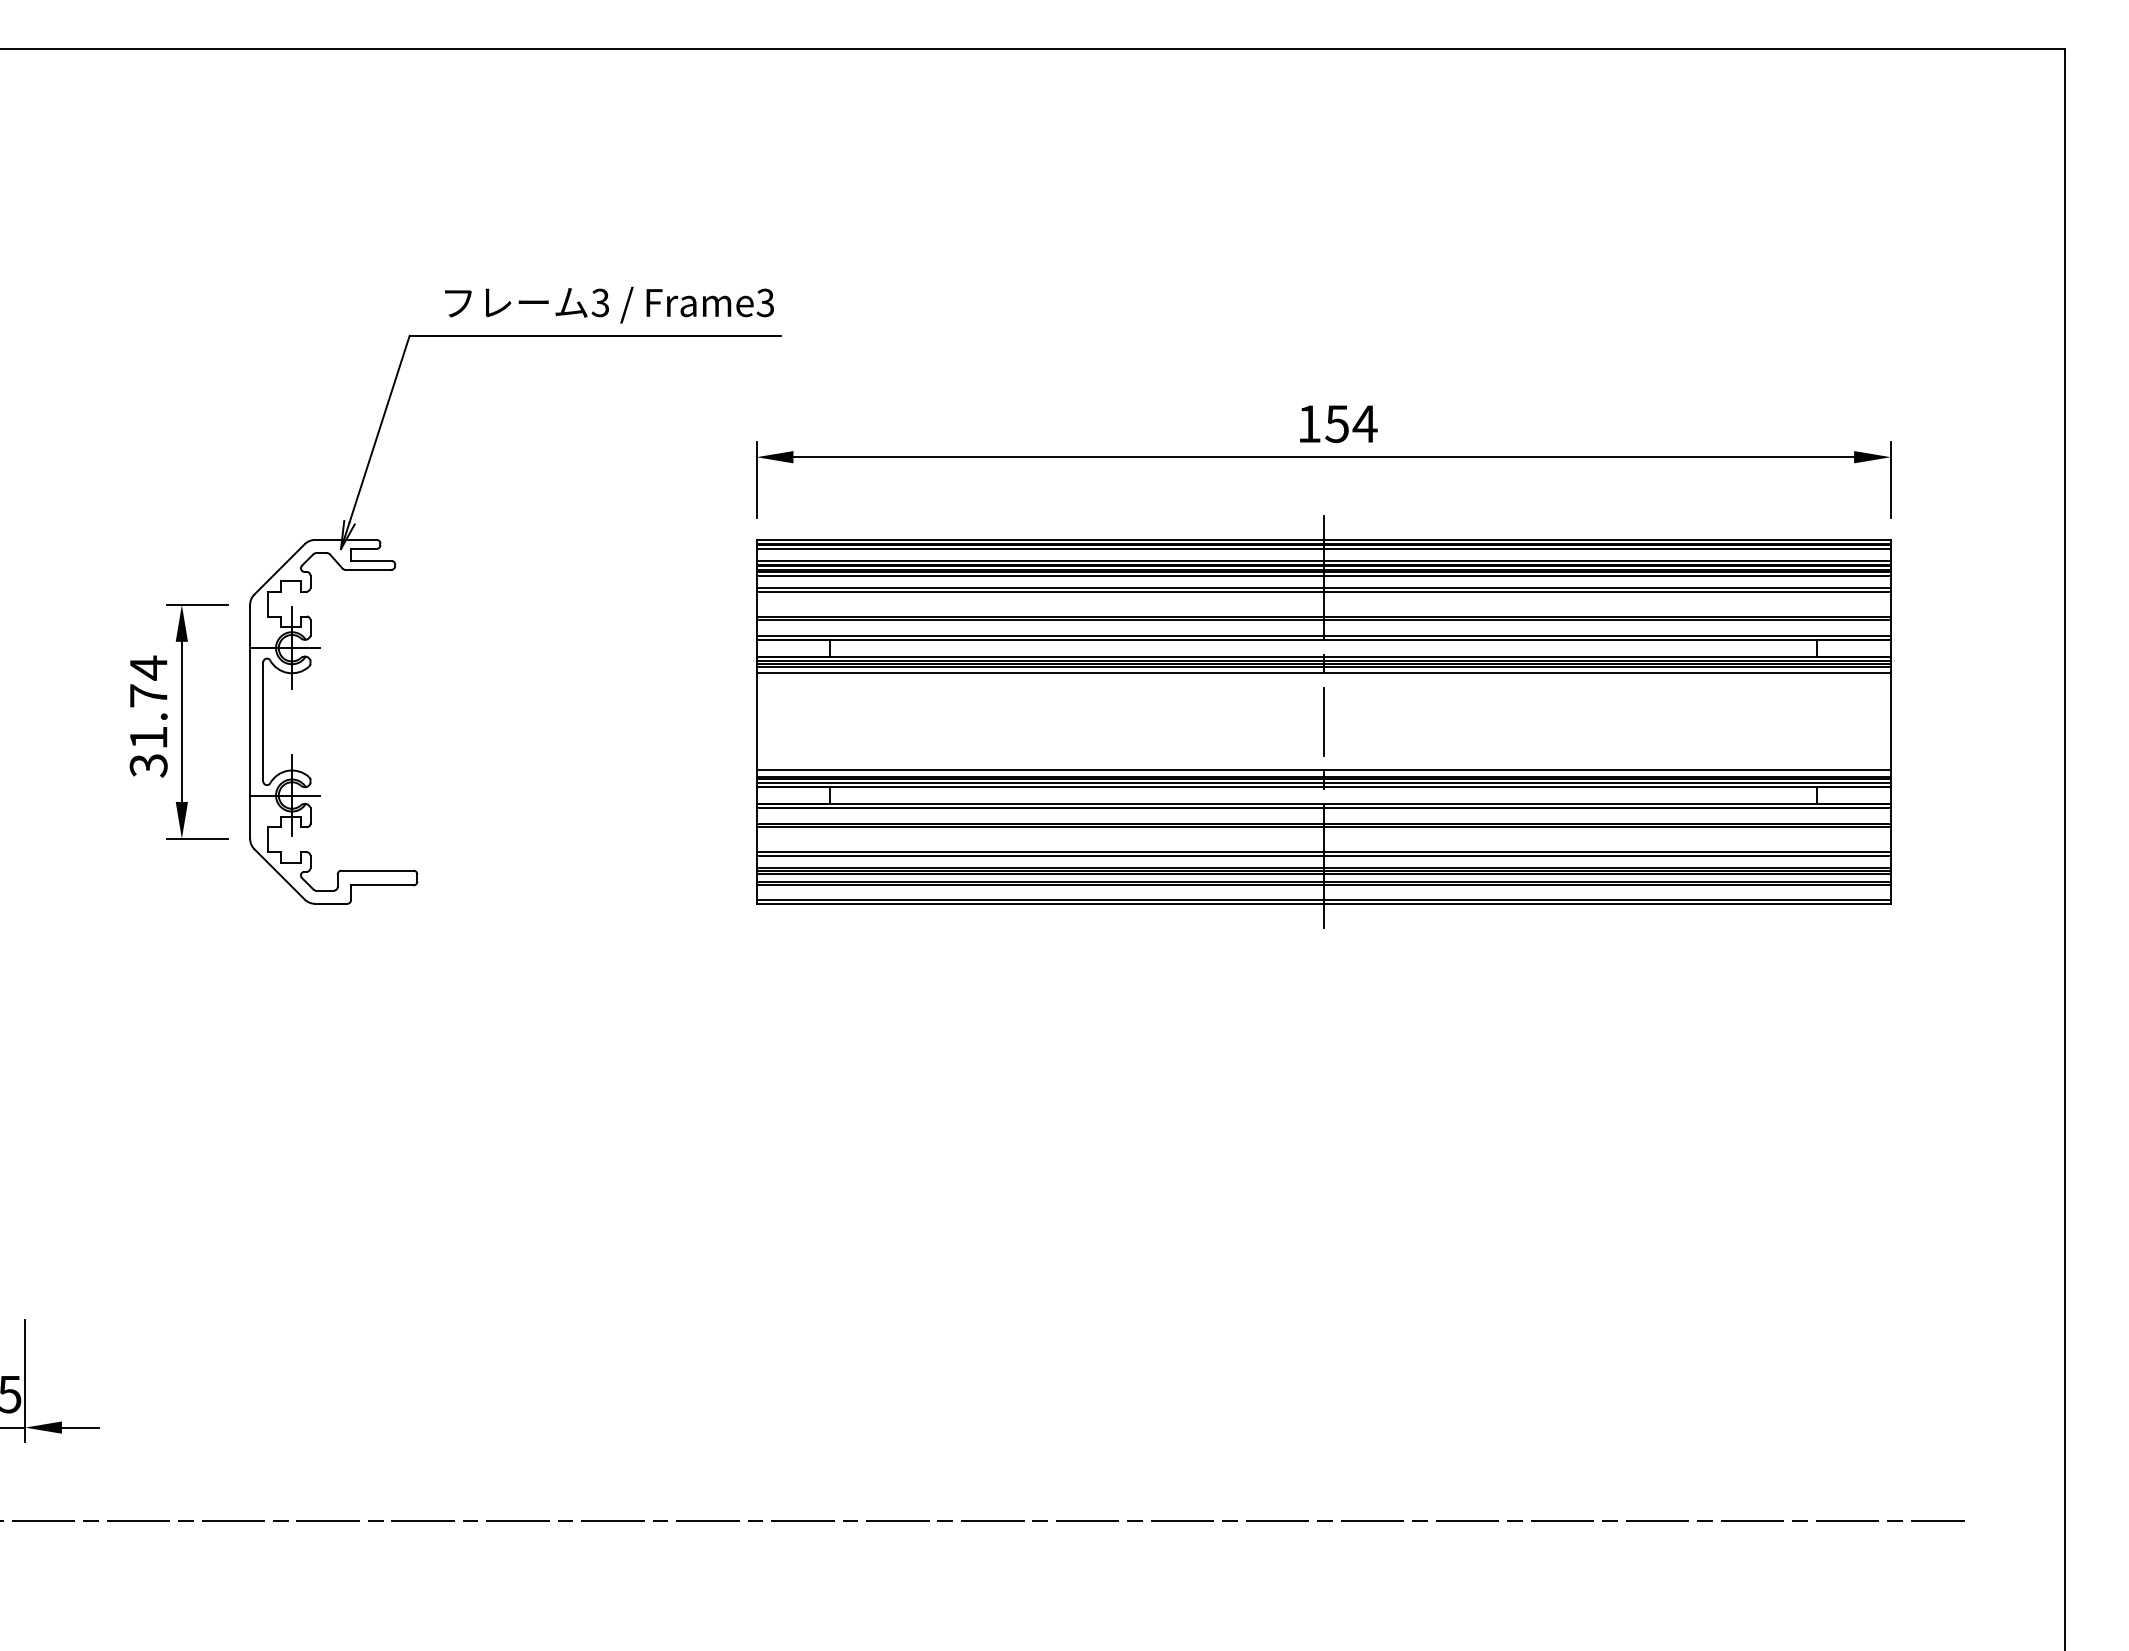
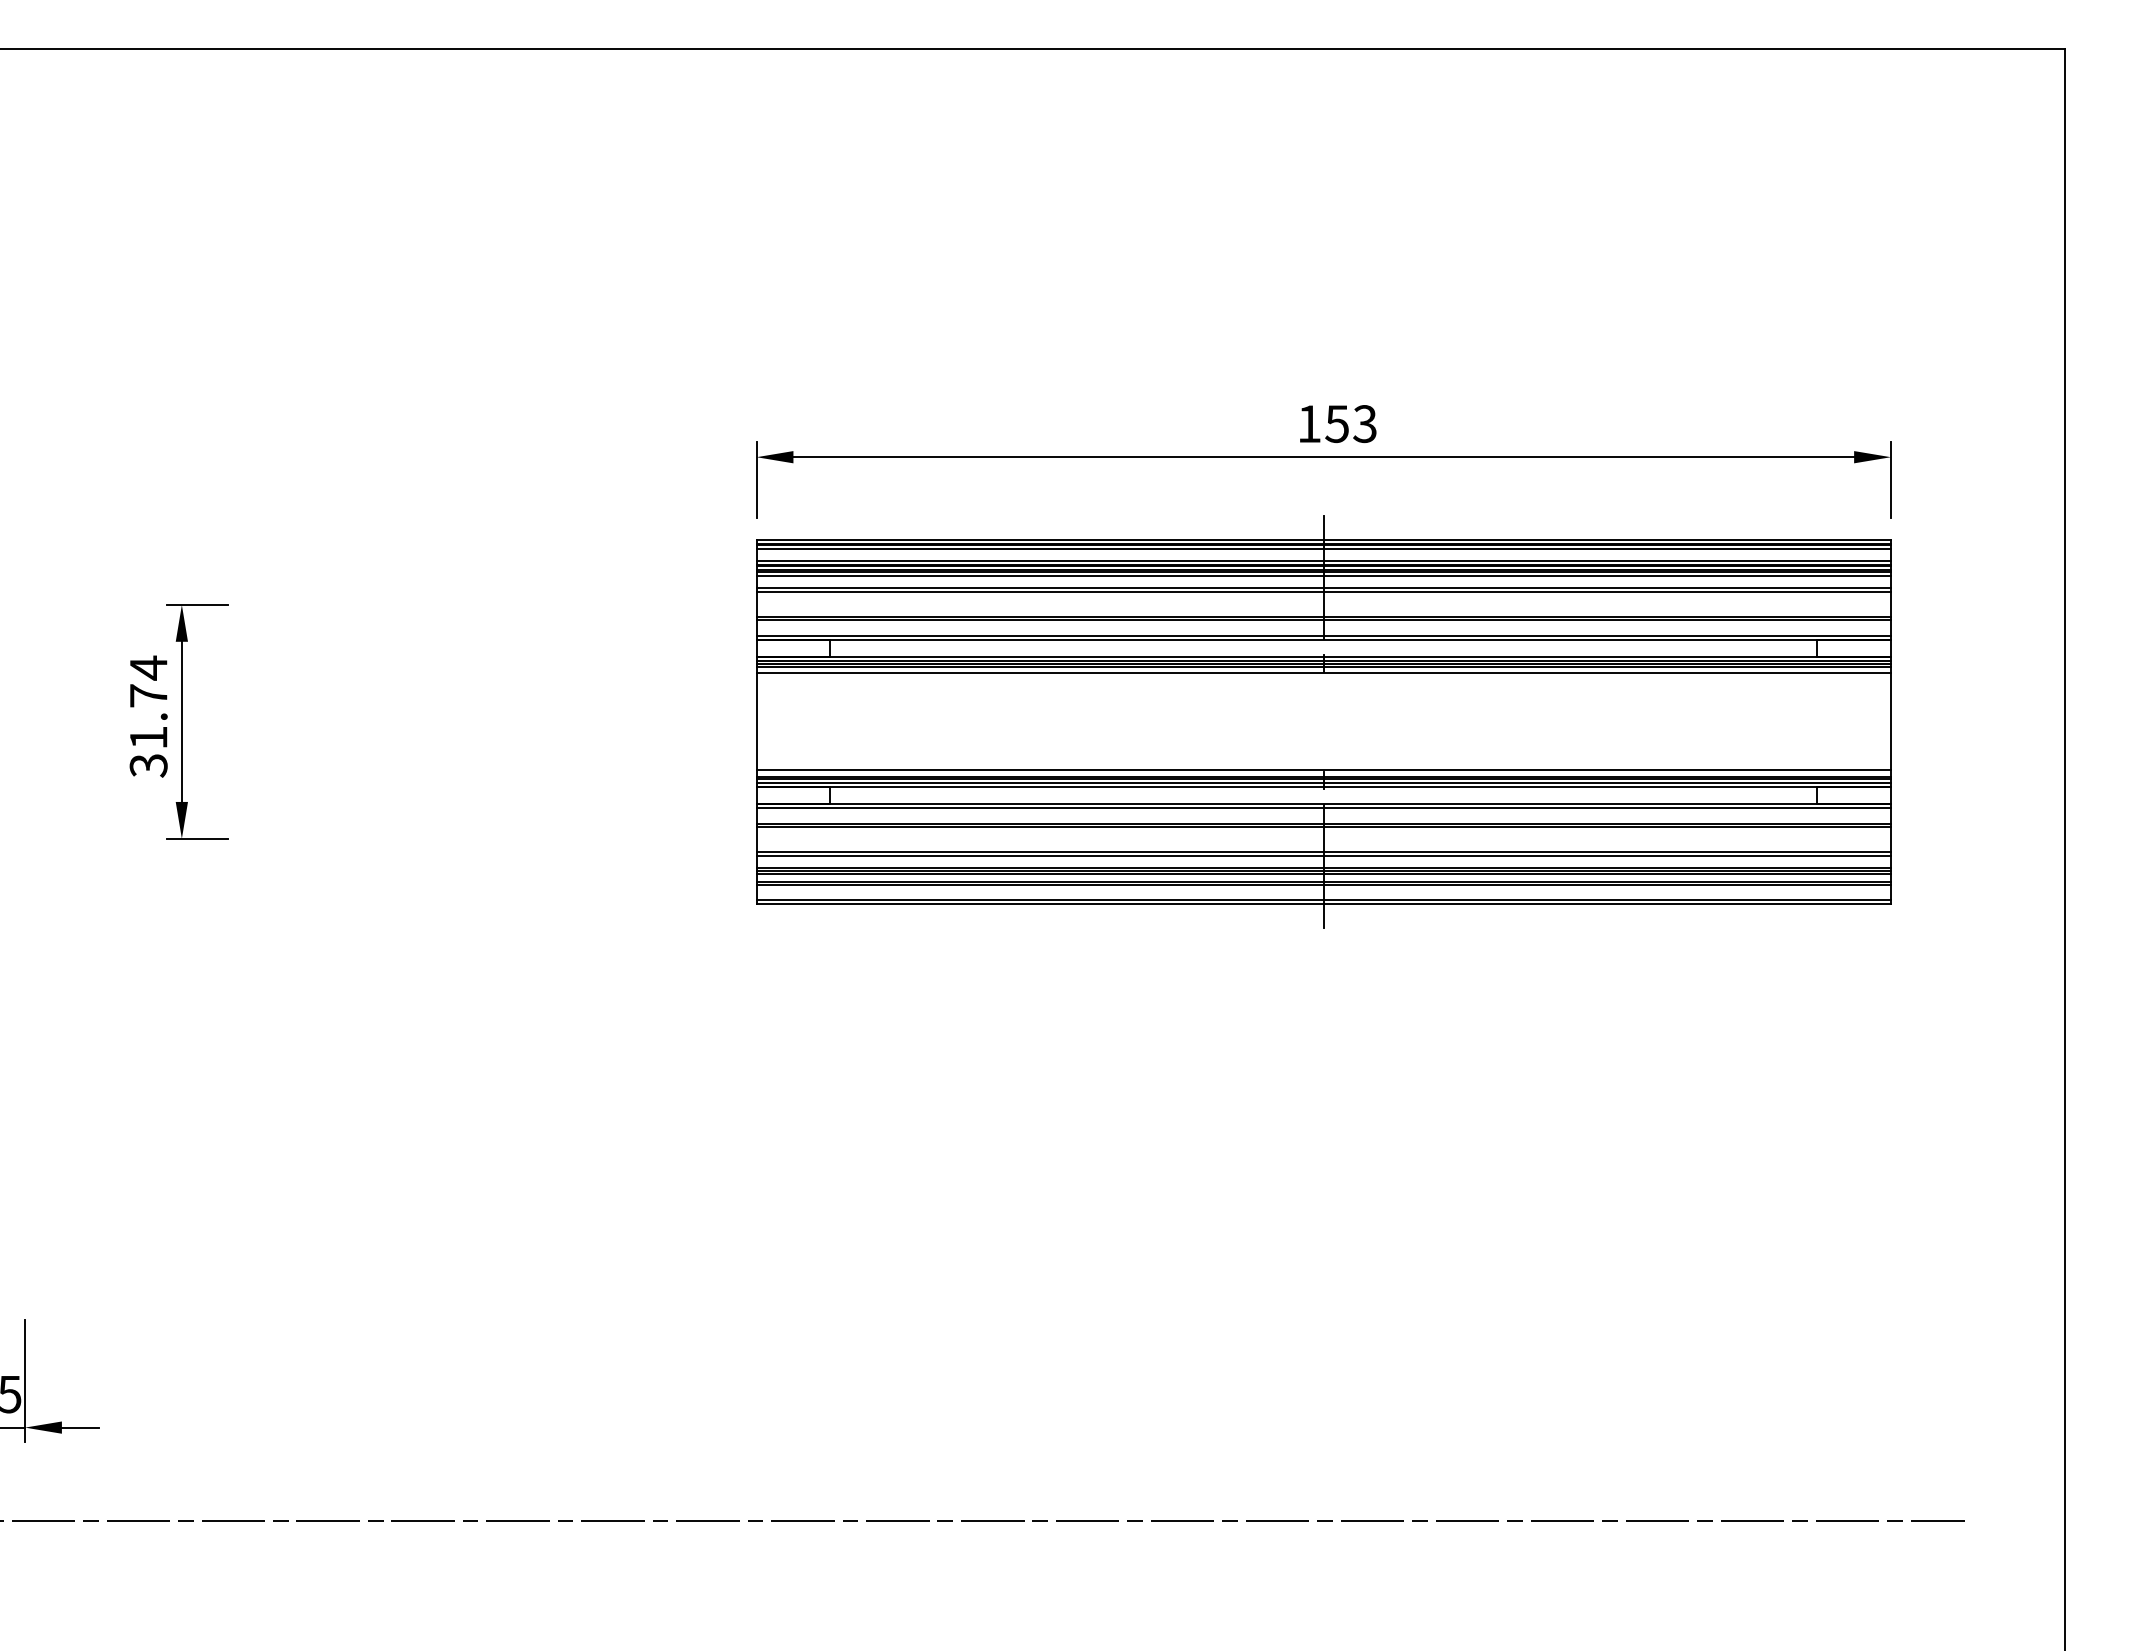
text at (1364, 424): 154 -> 153
part at (396, 566): present -> none
line at (1323, 721): present -> none
